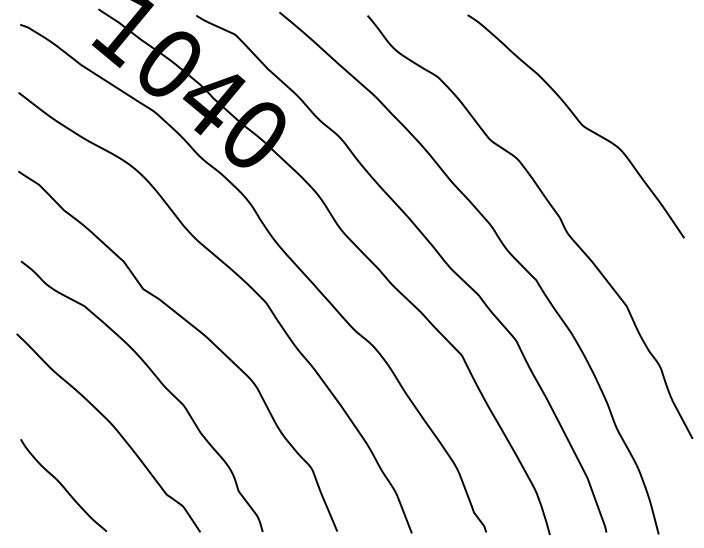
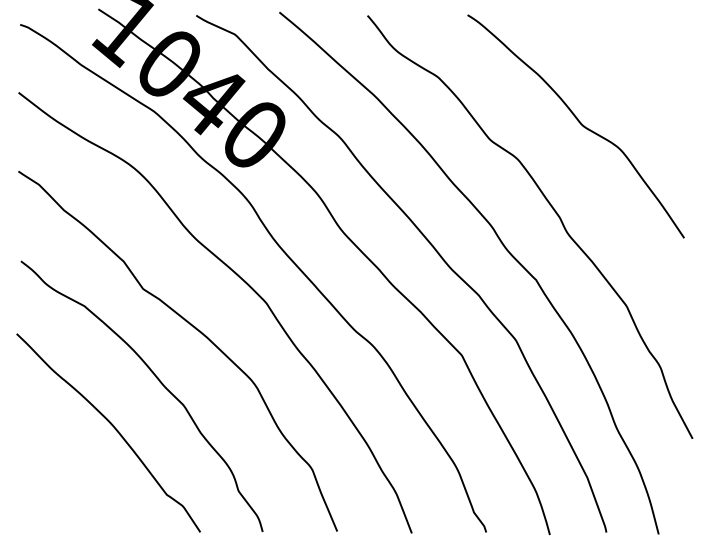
curve at (63, 485): present -> none
